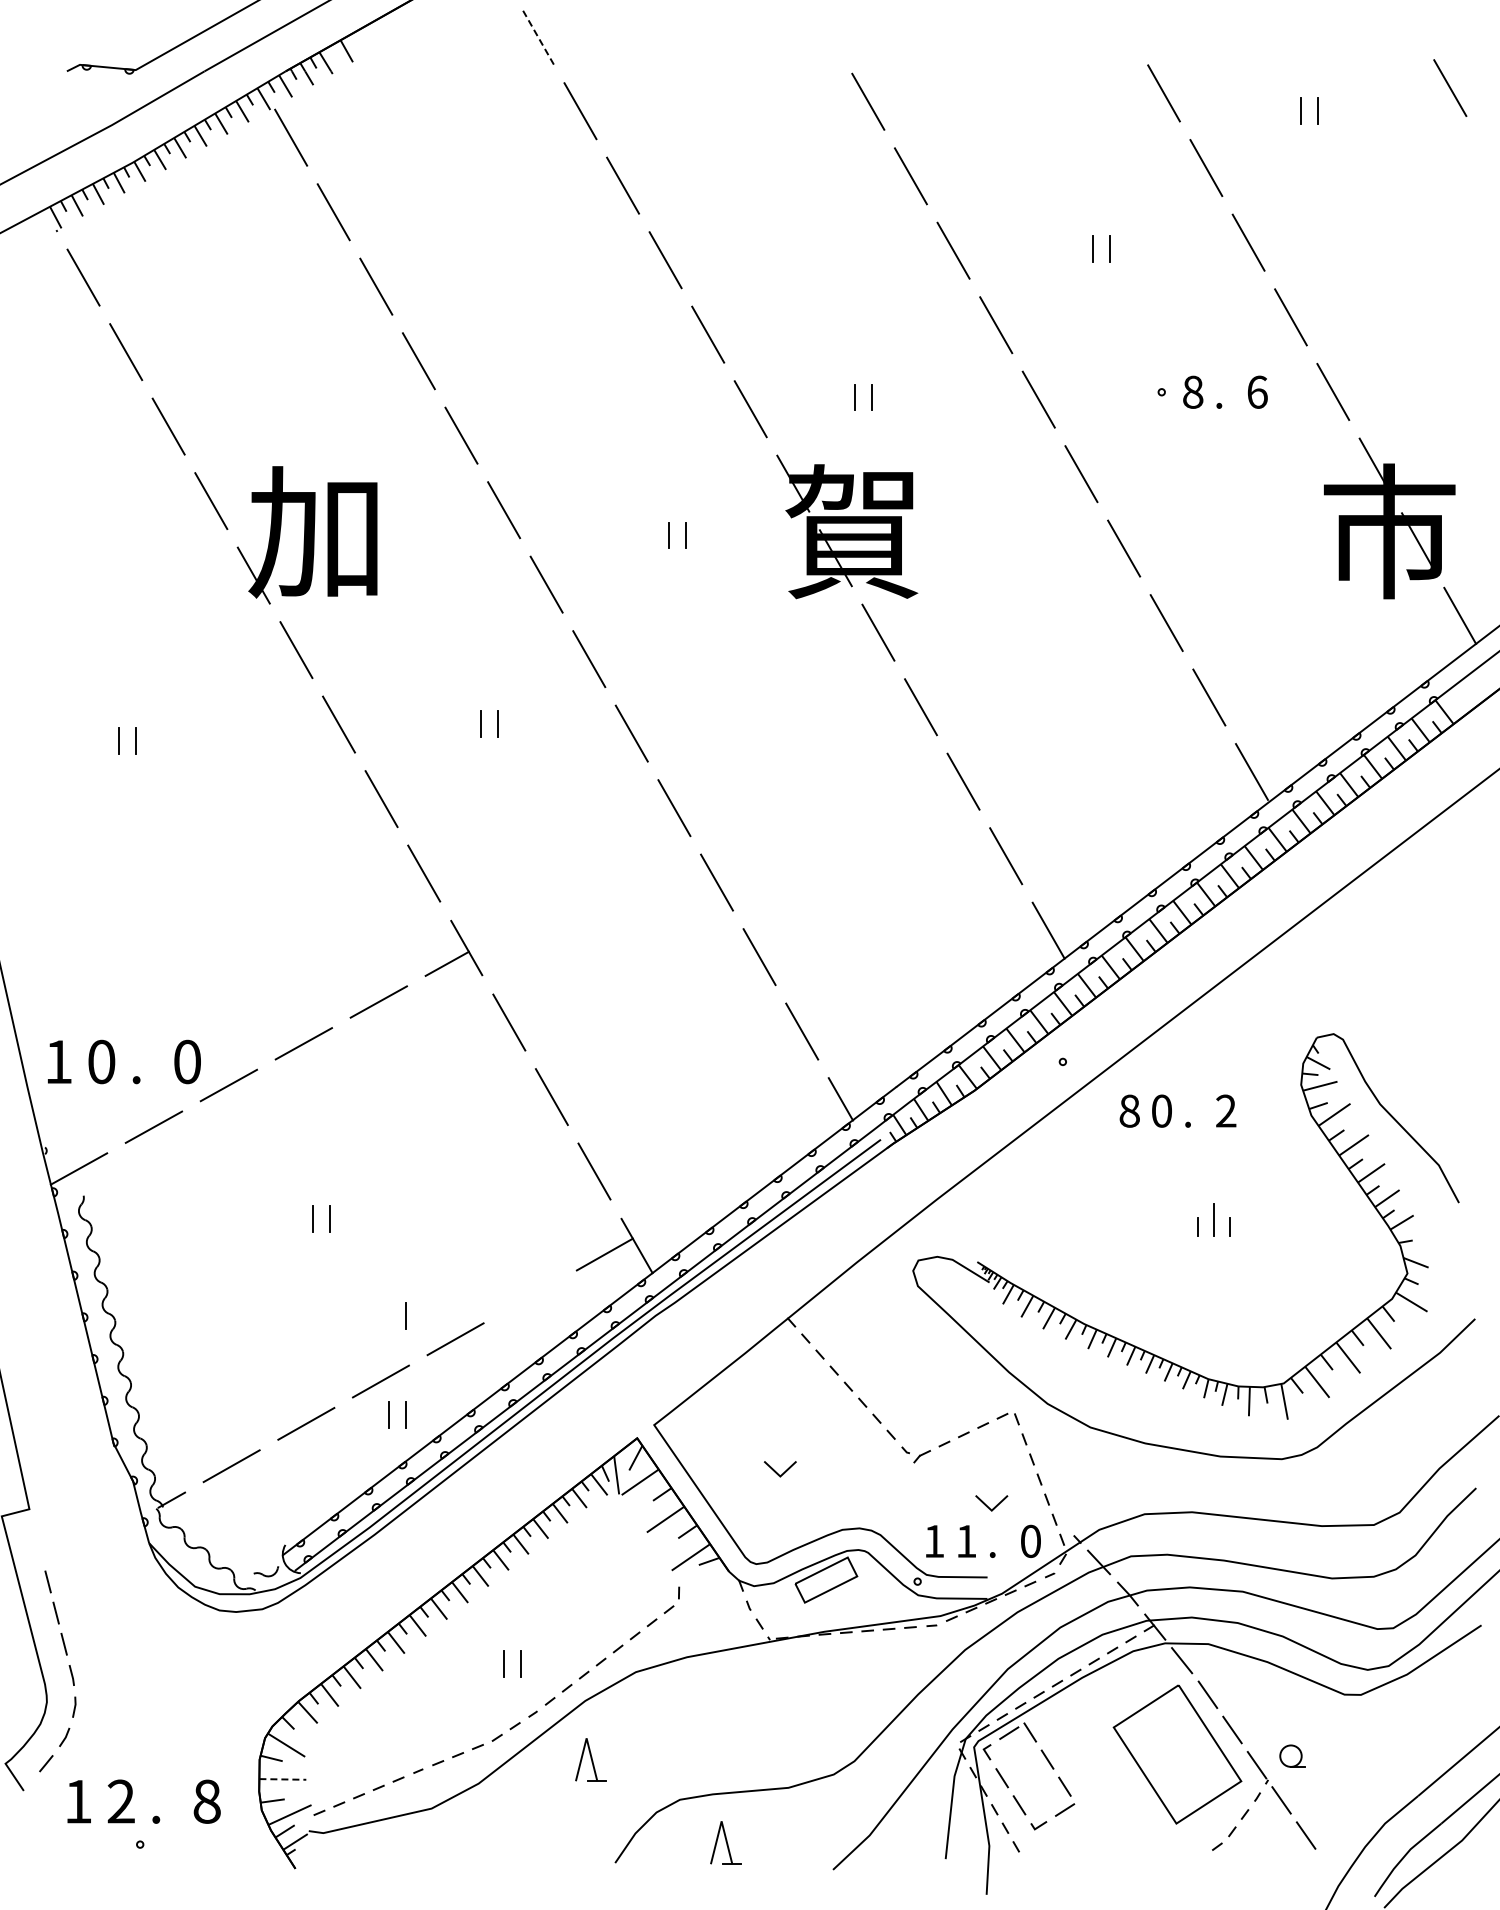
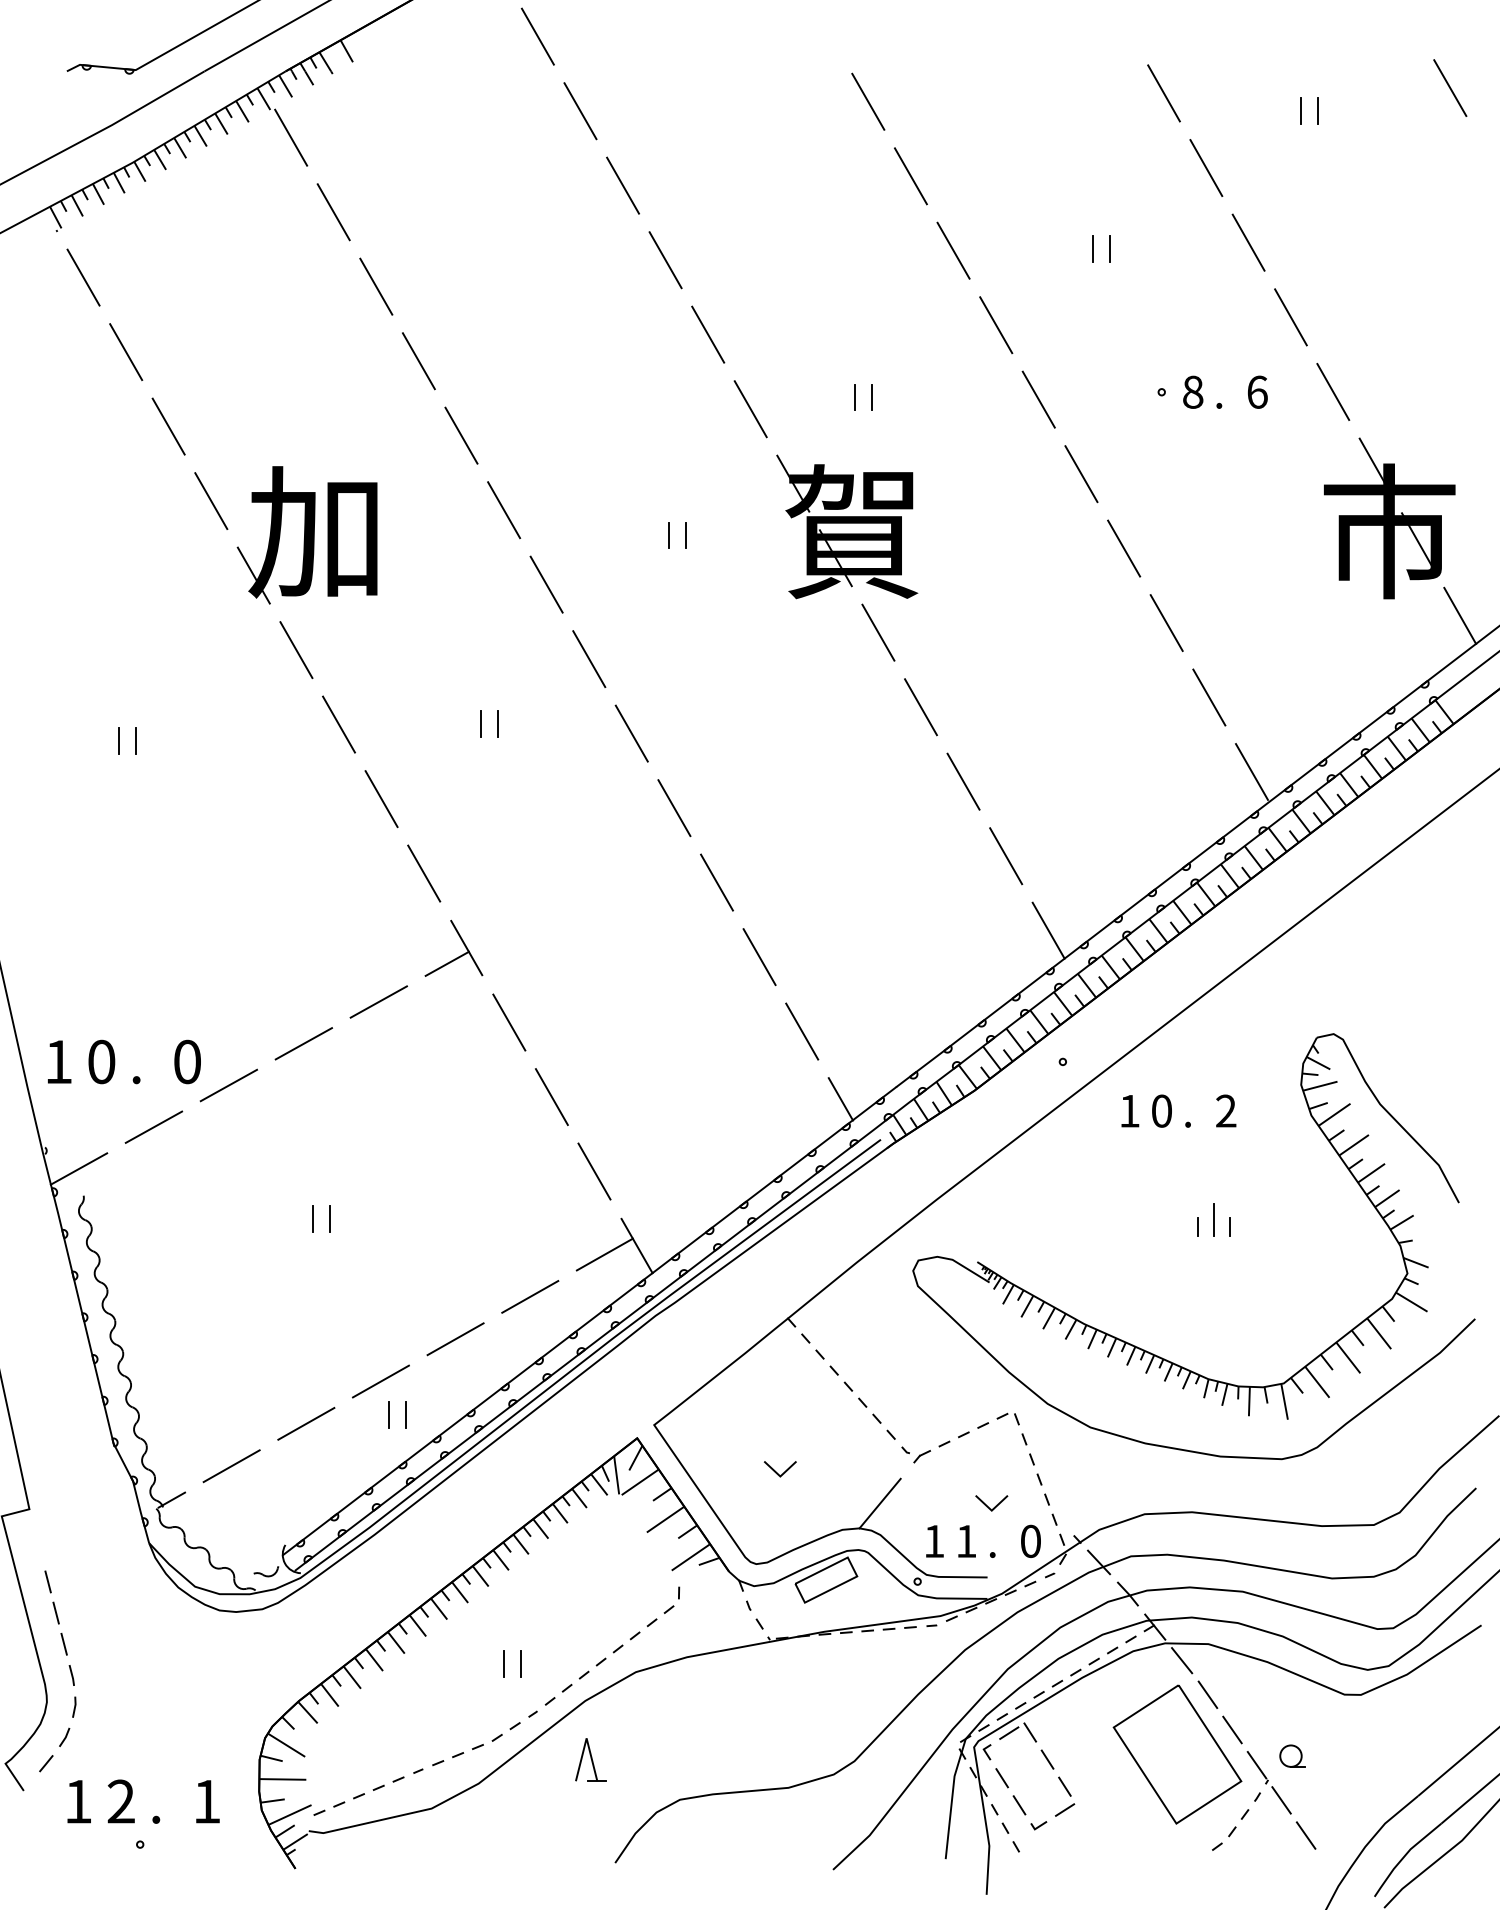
line at (537, 36): dashed -> solid
text at (1129, 1110): 8 -> 1
line at (530, 1296): none -> present
line at (405, 1315): present -> none
line at (879, 1503): none -> present
line at (283, 1779): dashed -> solid
text at (206, 1801): 8 -> 1
part at (725, 1842): present -> none
